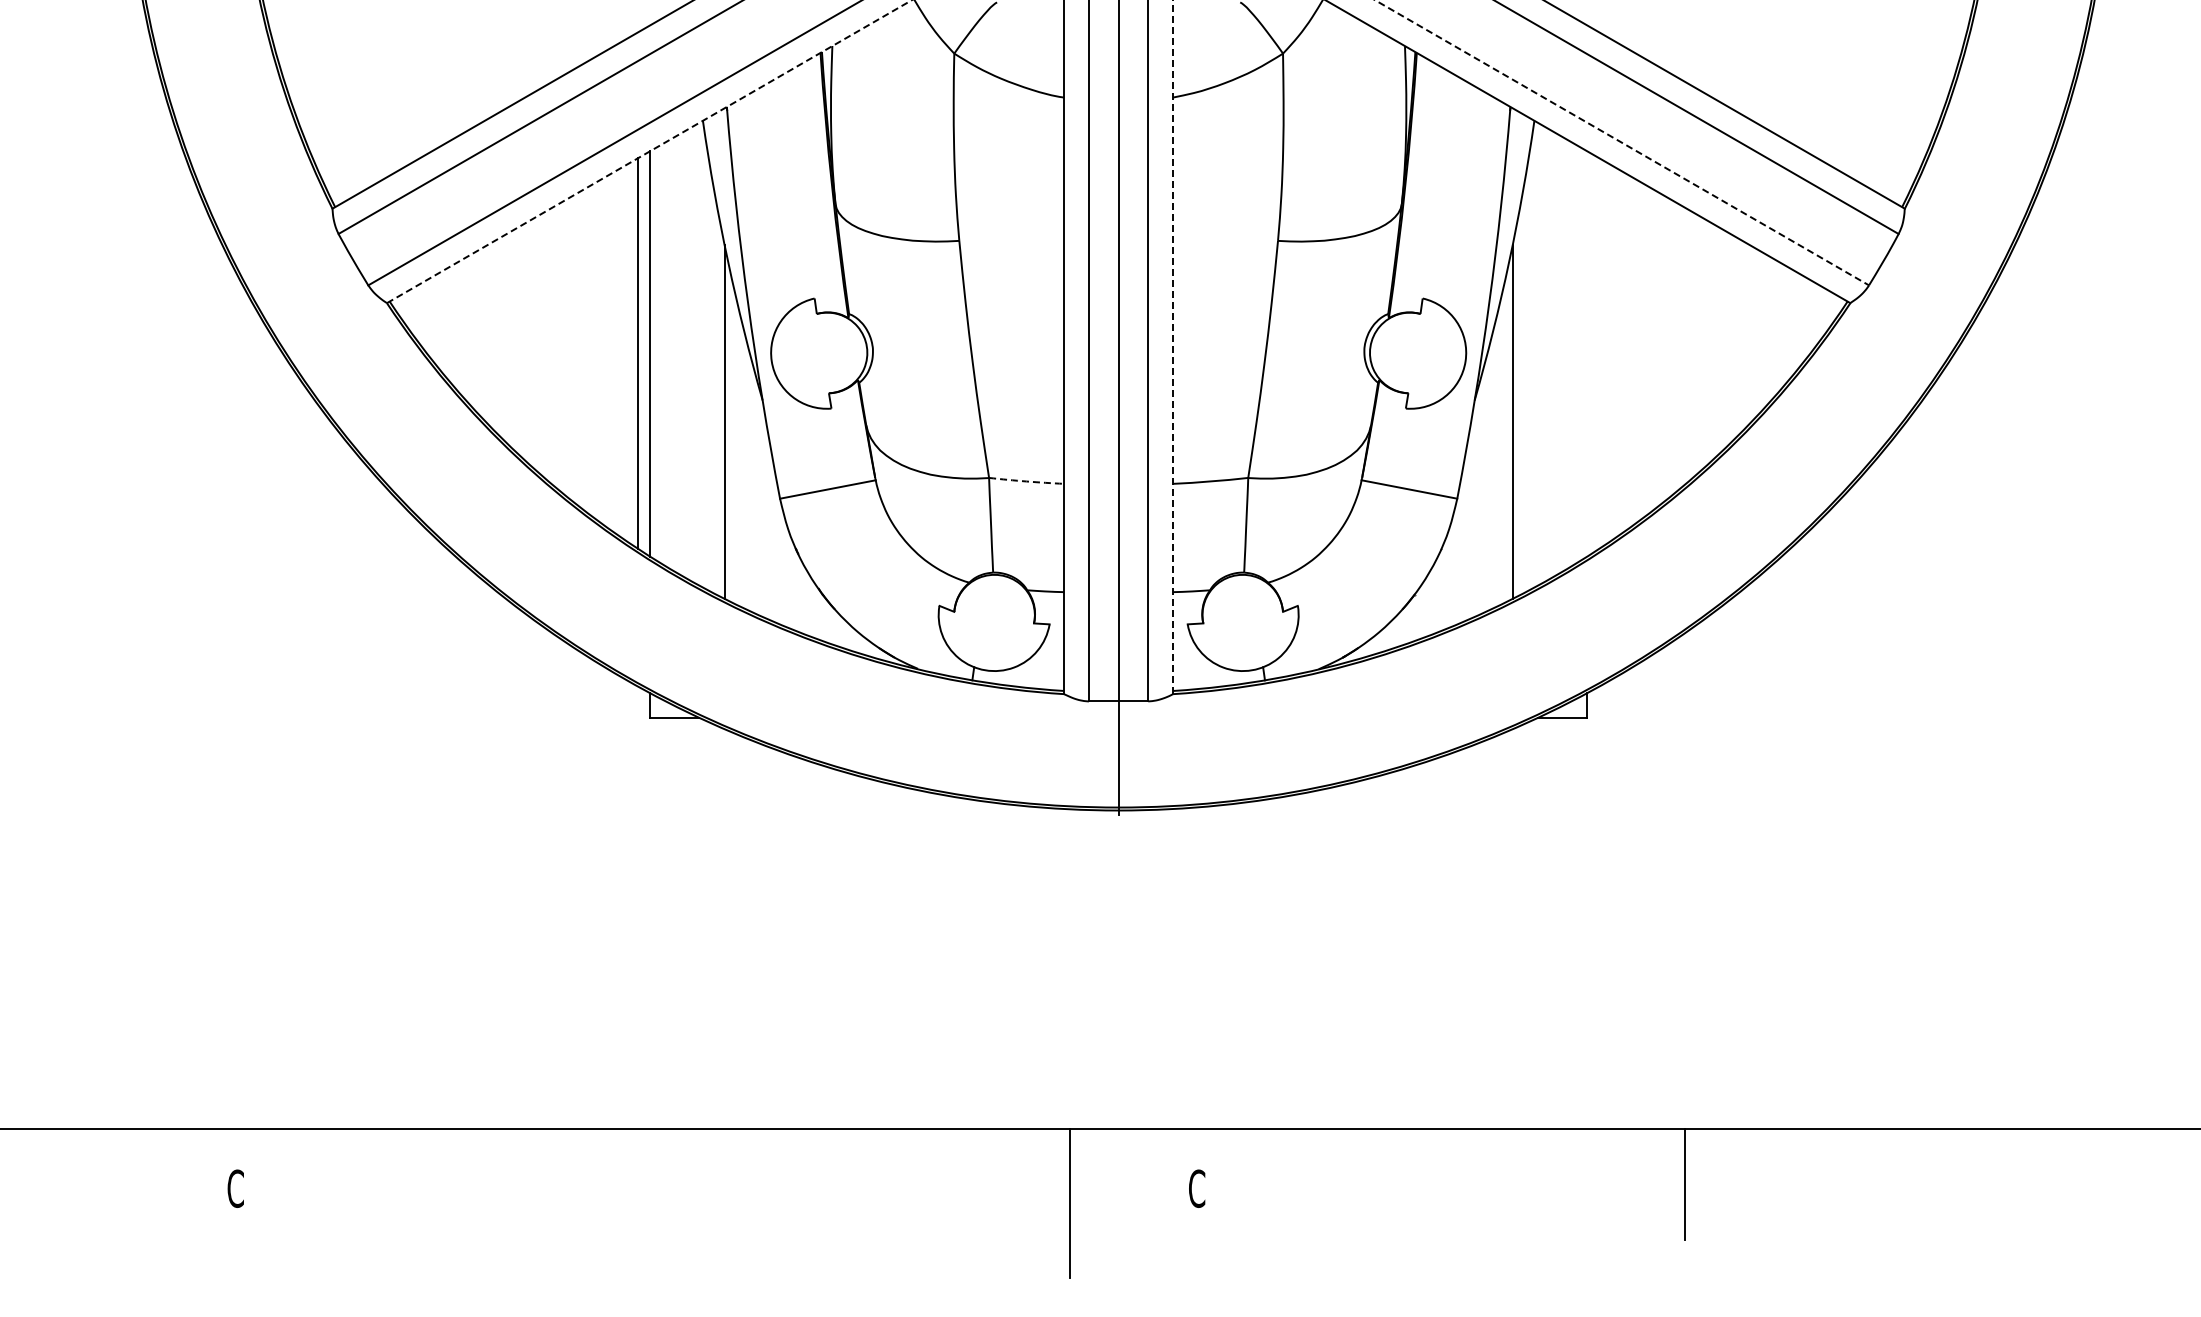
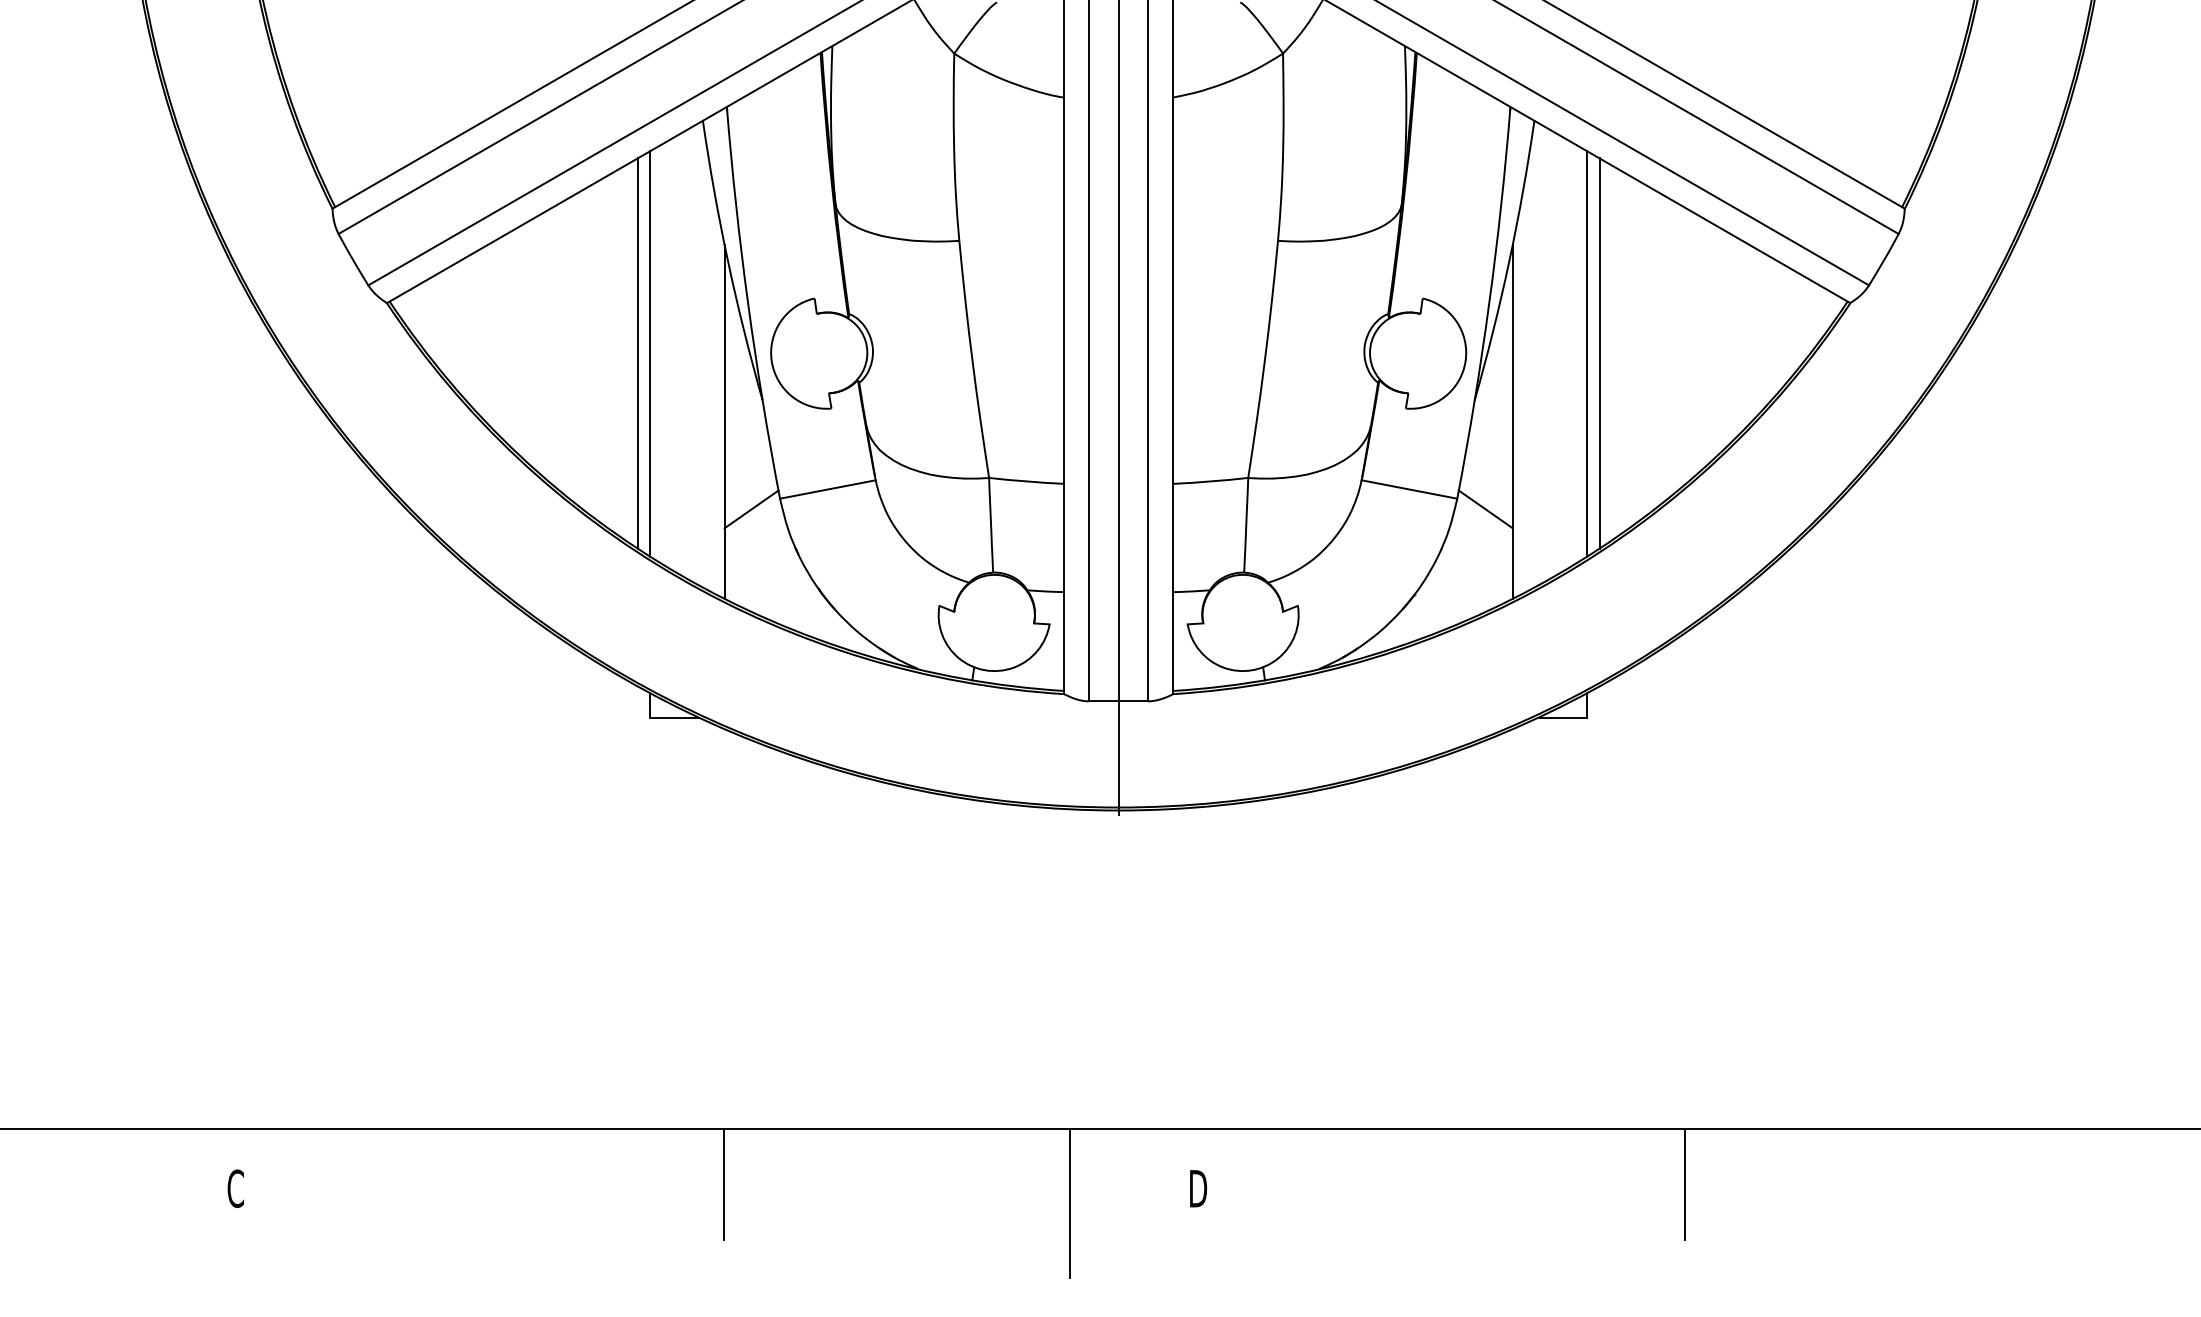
line at (1622, 143): dashed -> solid
line at (649, 151): dashed -> solid
line at (1173, 347): dashed -> solid
line at (1587, 353): none -> present
line at (1599, 353): none -> present
arc at (1026, 481): dashed -> solid
line at (751, 509): none -> present
line at (1485, 509): none -> present
line at (723, 1184): none -> present
text at (1198, 1188): C -> D
